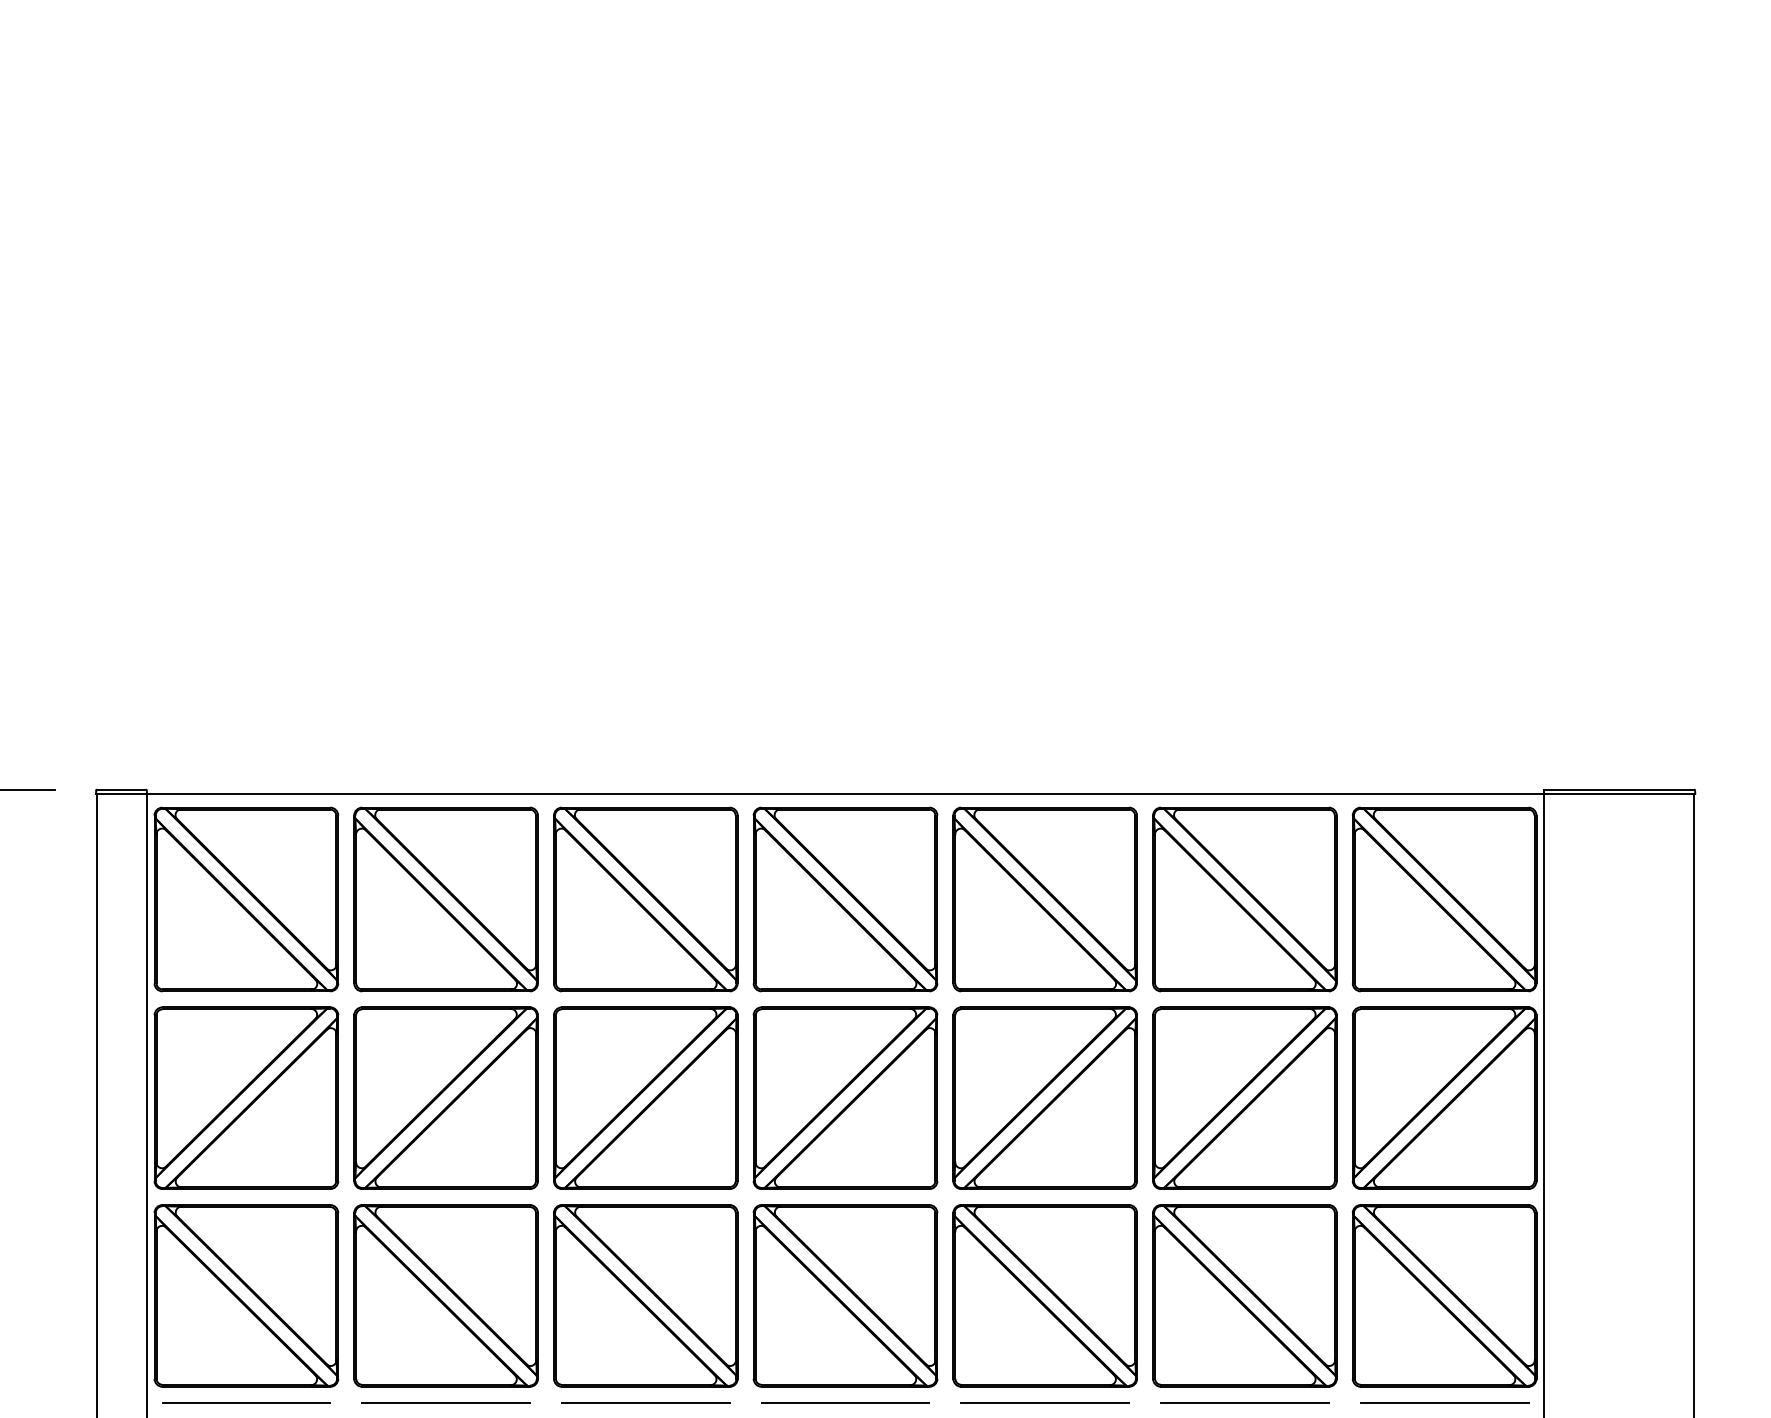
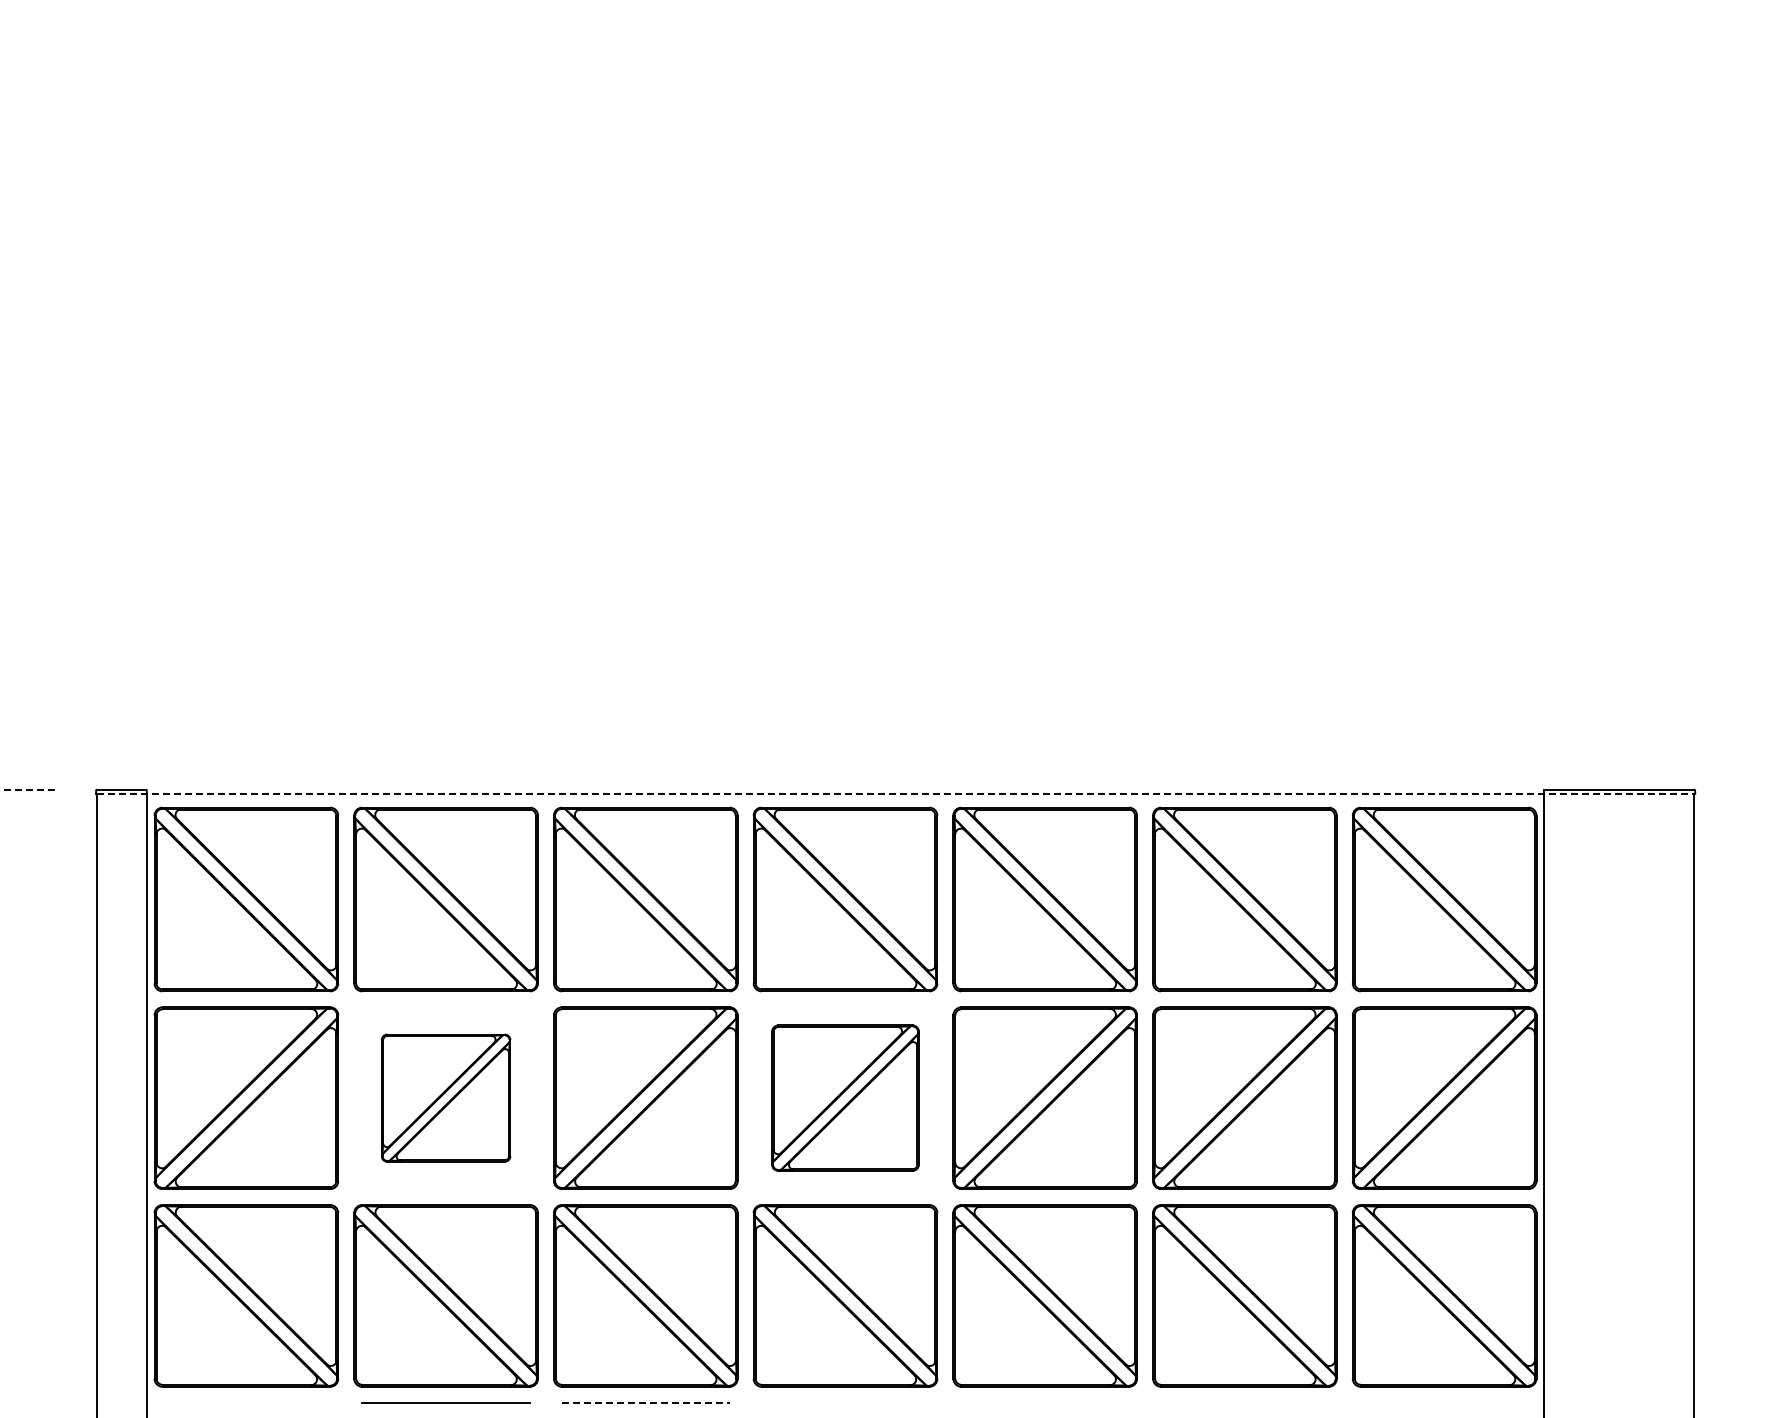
line at (27, 789): solid -> dashed
line at (895, 793): solid -> dashed
part at (445, 1097) size: 186x184 px -> 132x130 px
part at (845, 1097) size: 187x184 px -> 149x148 px
line at (246, 1402): present -> none
line at (645, 1402): solid -> dashed
line at (845, 1402): present -> none
line at (1045, 1402): present -> none
line at (1244, 1402): present -> none
line at (1444, 1402): present -> none
